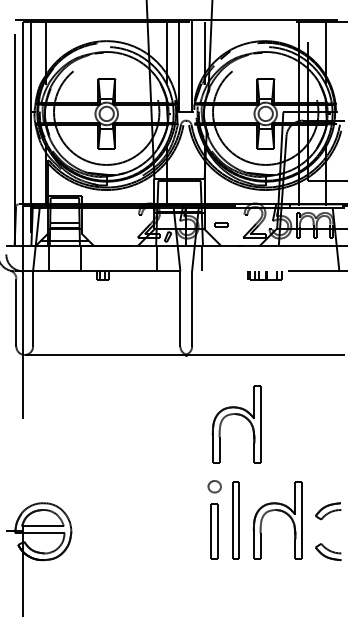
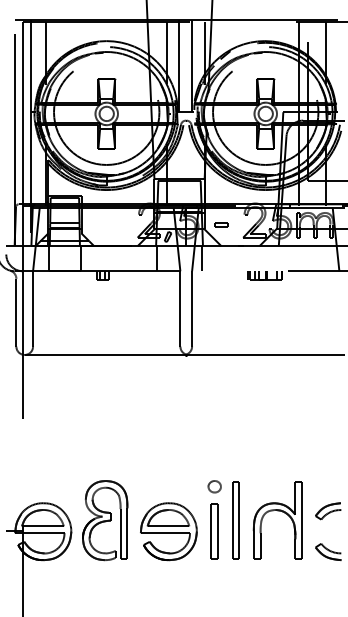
part at (236, 415): present -> none
part at (105, 520): none -> present
part at (168, 531): none -> present
